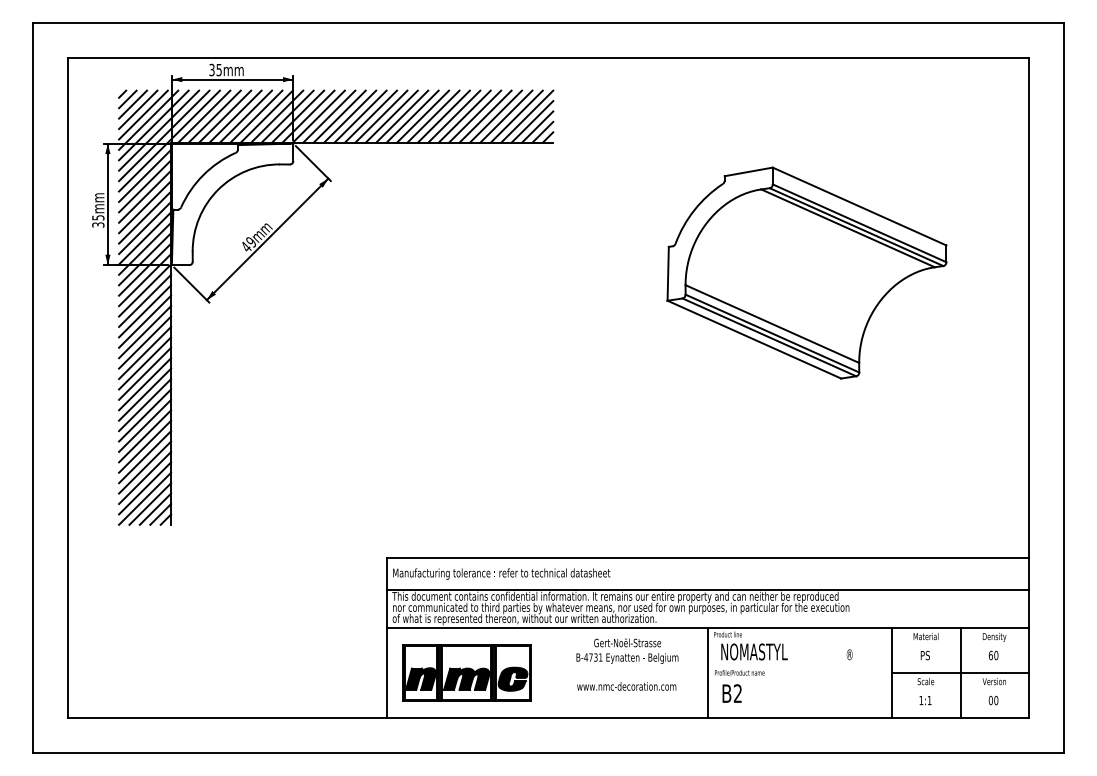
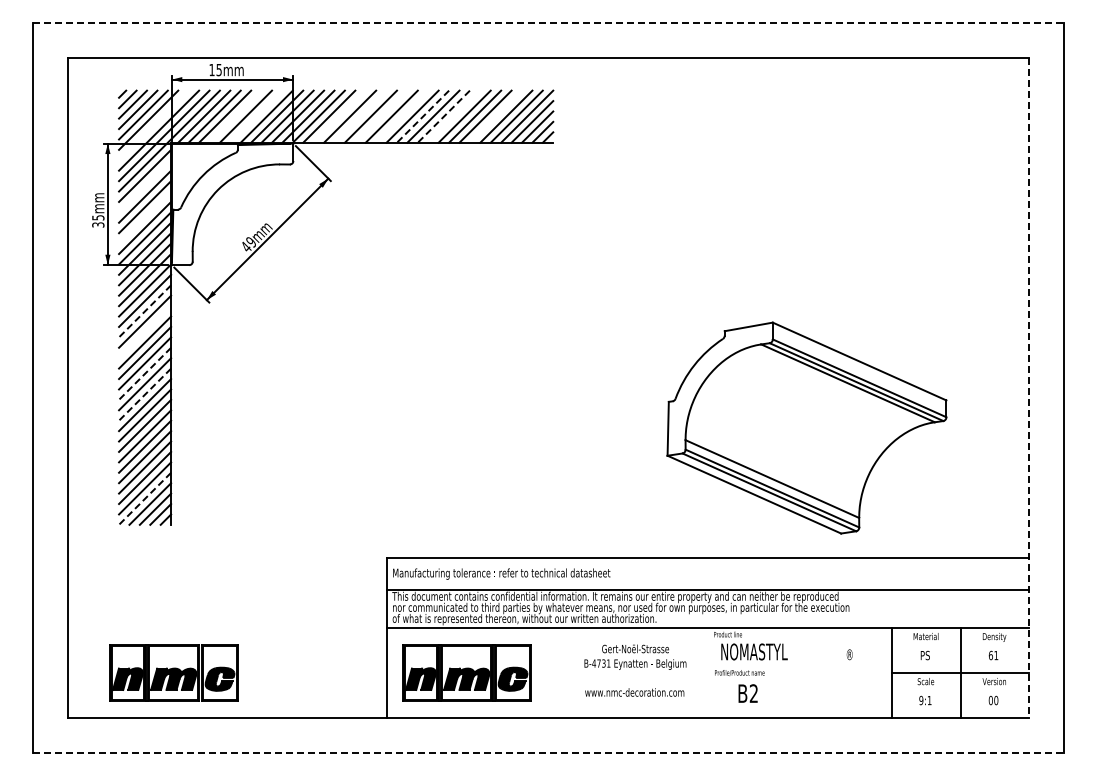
line at (548, 23): solid -> dashed
text at (211, 69): 35mm -> 15mm
line at (235, 116): present -> none
line at (256, 116): present -> none
line at (339, 116): present -> none
line at (360, 116): present -> none
line at (381, 116): present -> none
line at (402, 116): present -> none
line at (423, 116): solid -> dashed
line at (443, 116): solid -> dashed
line at (454, 116): present -> none
line at (495, 116): present -> none
line at (153, 125): present -> none
line at (145, 186): present -> none
line at (145, 217): present -> none
part at (806, 272) position: (806, 272) -> (806, 427)
line at (145, 311): solid -> dashed
line at (145, 332): present -> none
line at (145, 373): solid -> dashed
line at (1029, 387): solid -> dashed
line at (145, 394): solid -> dashed
line at (145, 498): solid -> dashed
text at (996, 655): 60 -> 61
text at (627, 664) position: (627, 664) -> (635, 670)
part at (173, 672): none -> present
line at (708, 672): present -> none
text at (731, 693) position: (731, 693) -> (747, 693)
text at (921, 700): 1:1 -> 9:1
line at (548, 752): solid -> dashed
